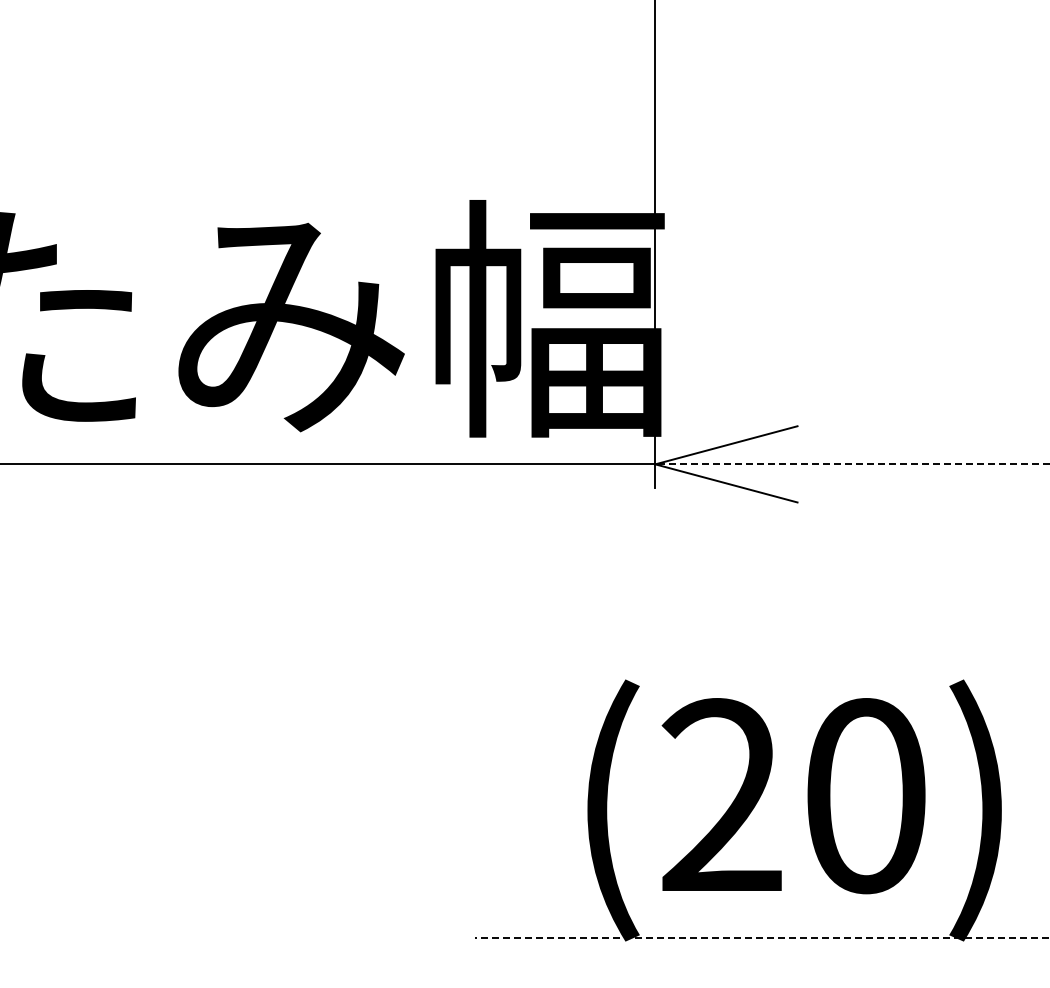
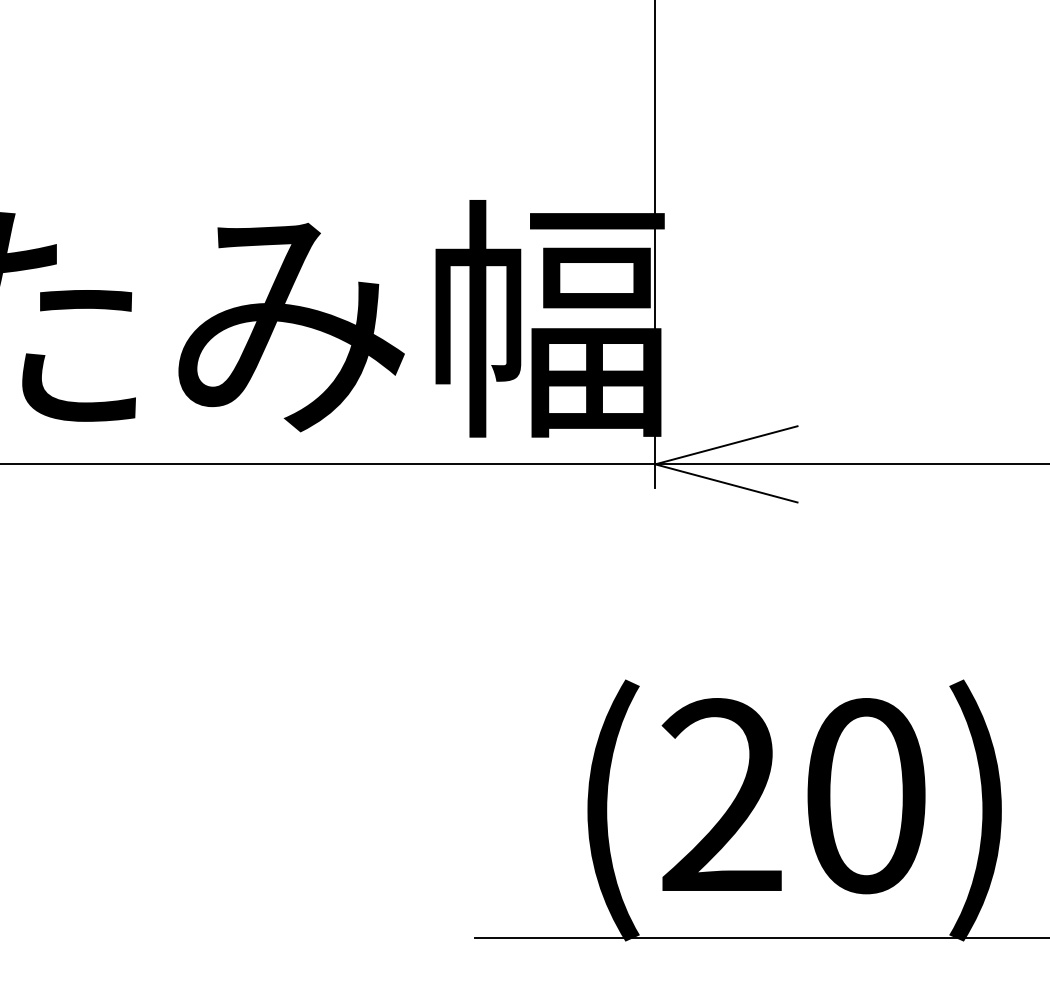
line at (852, 464): dashed -> solid
line at (761, 938): dashed -> solid
